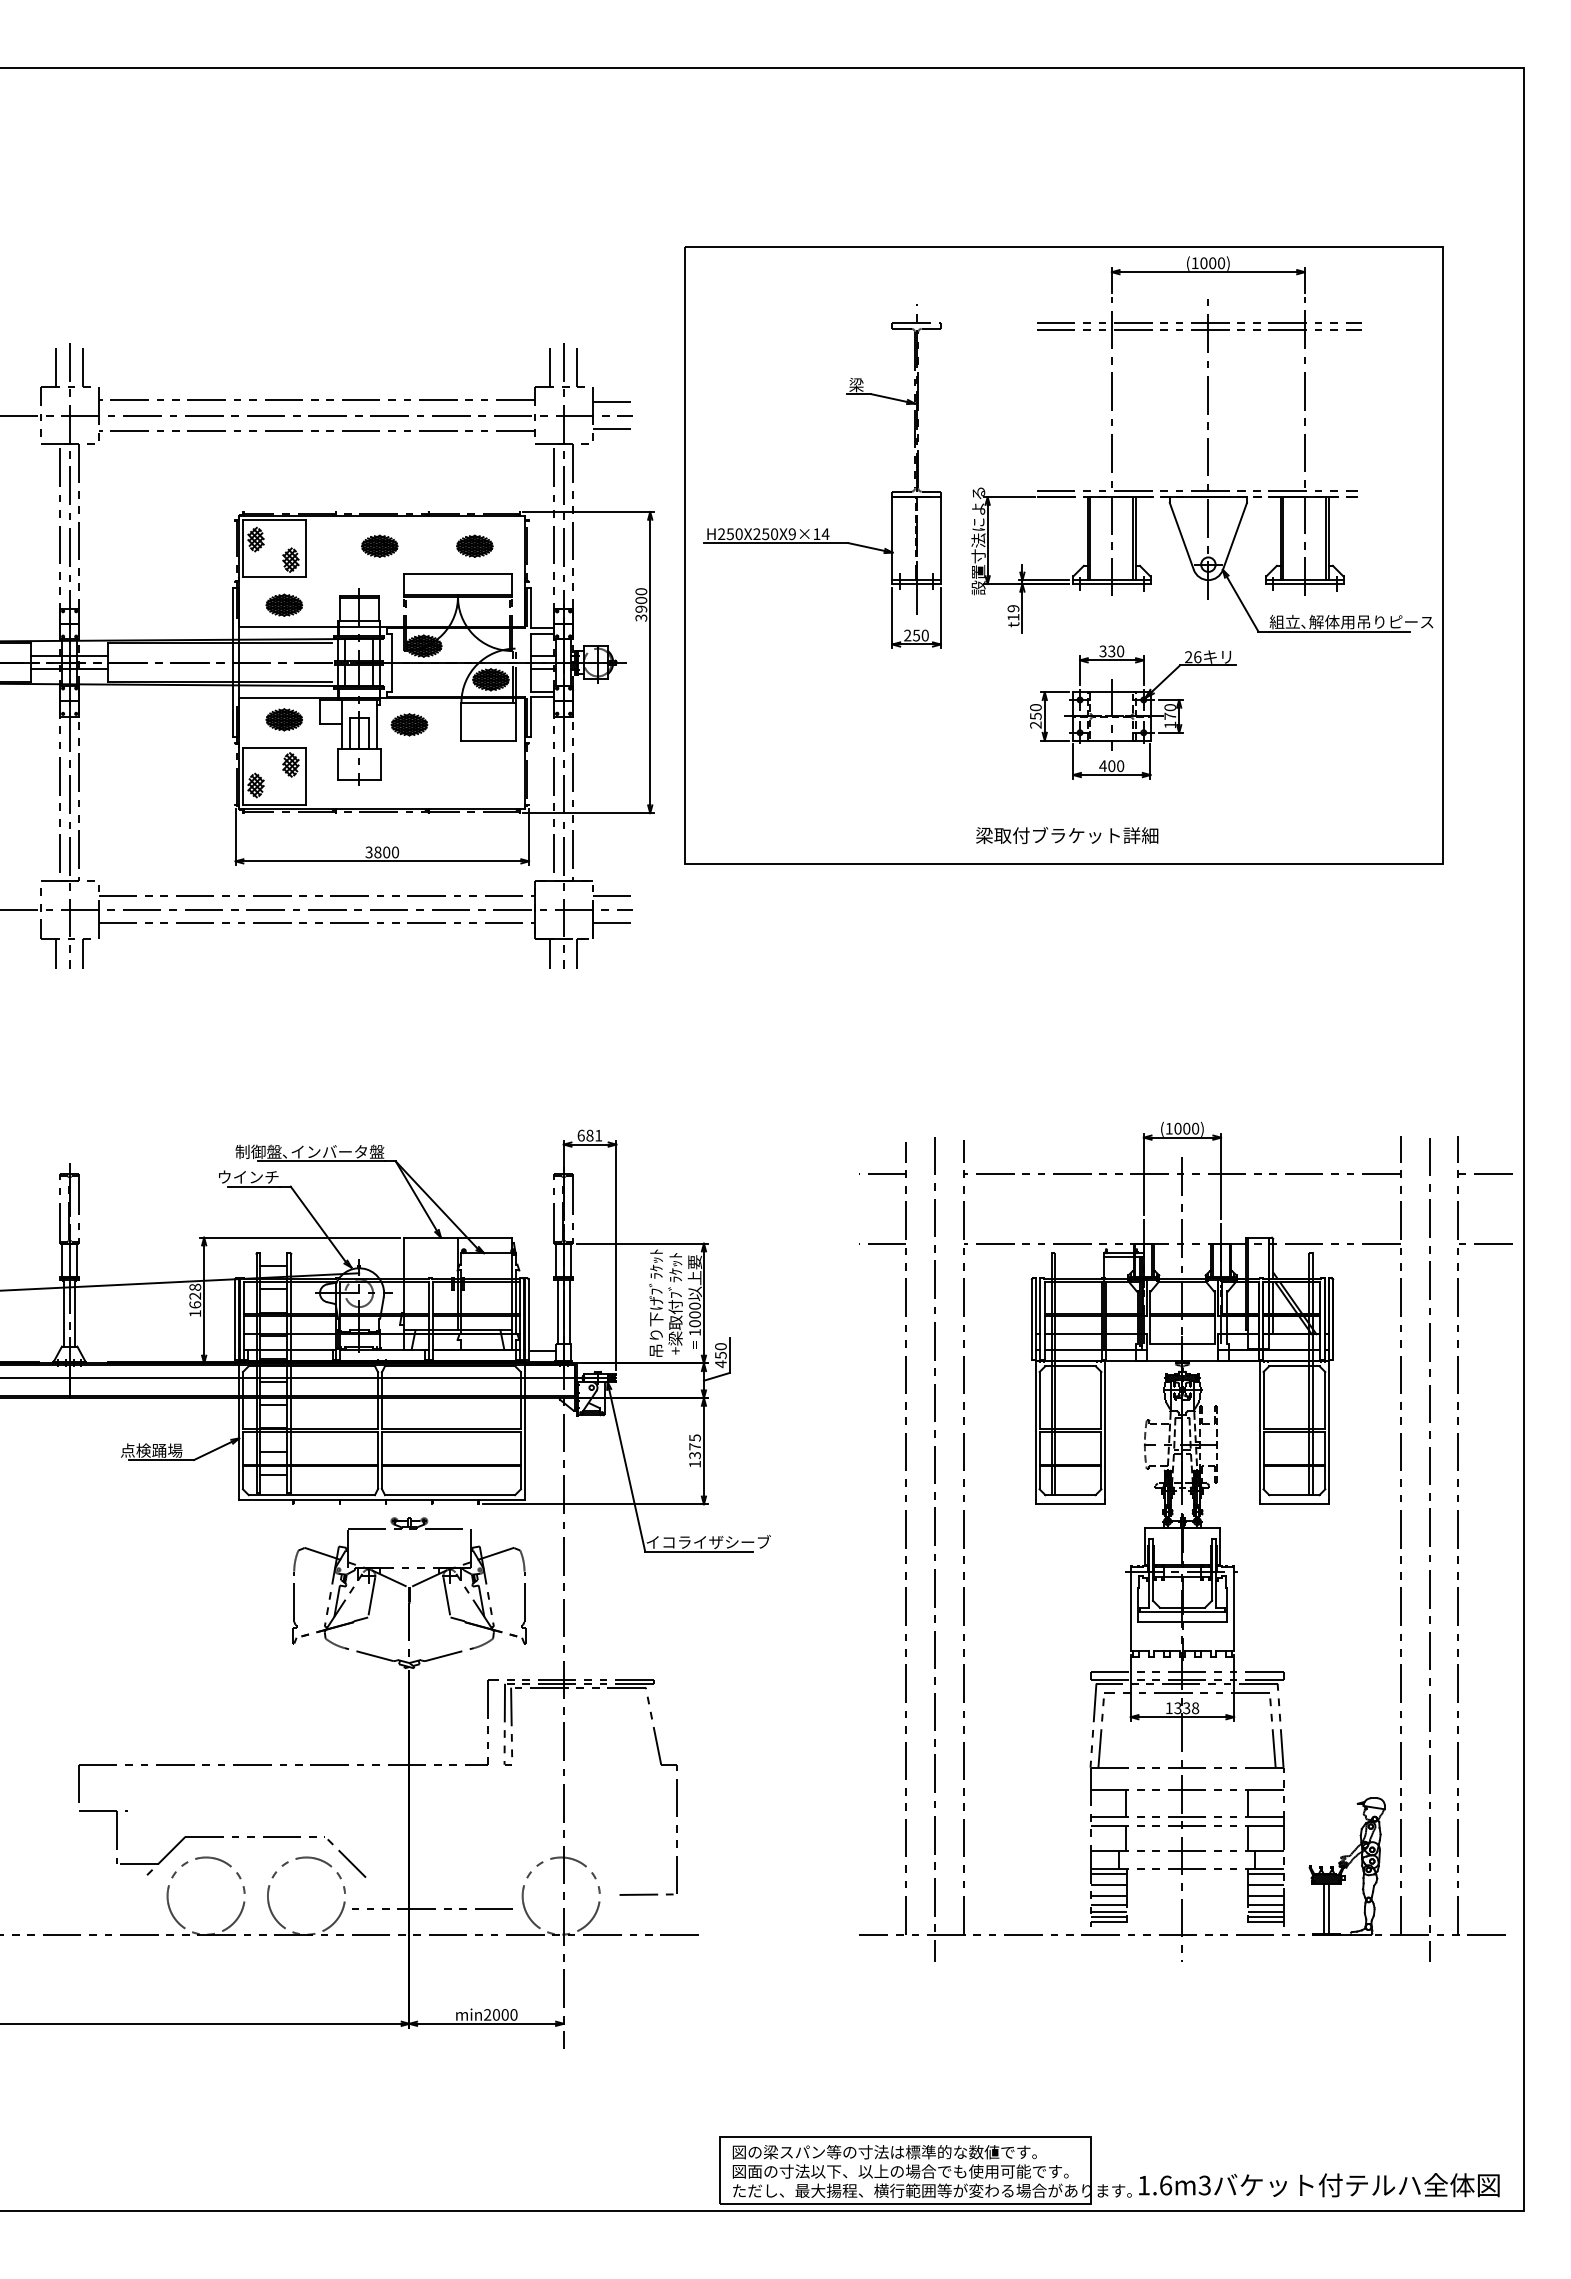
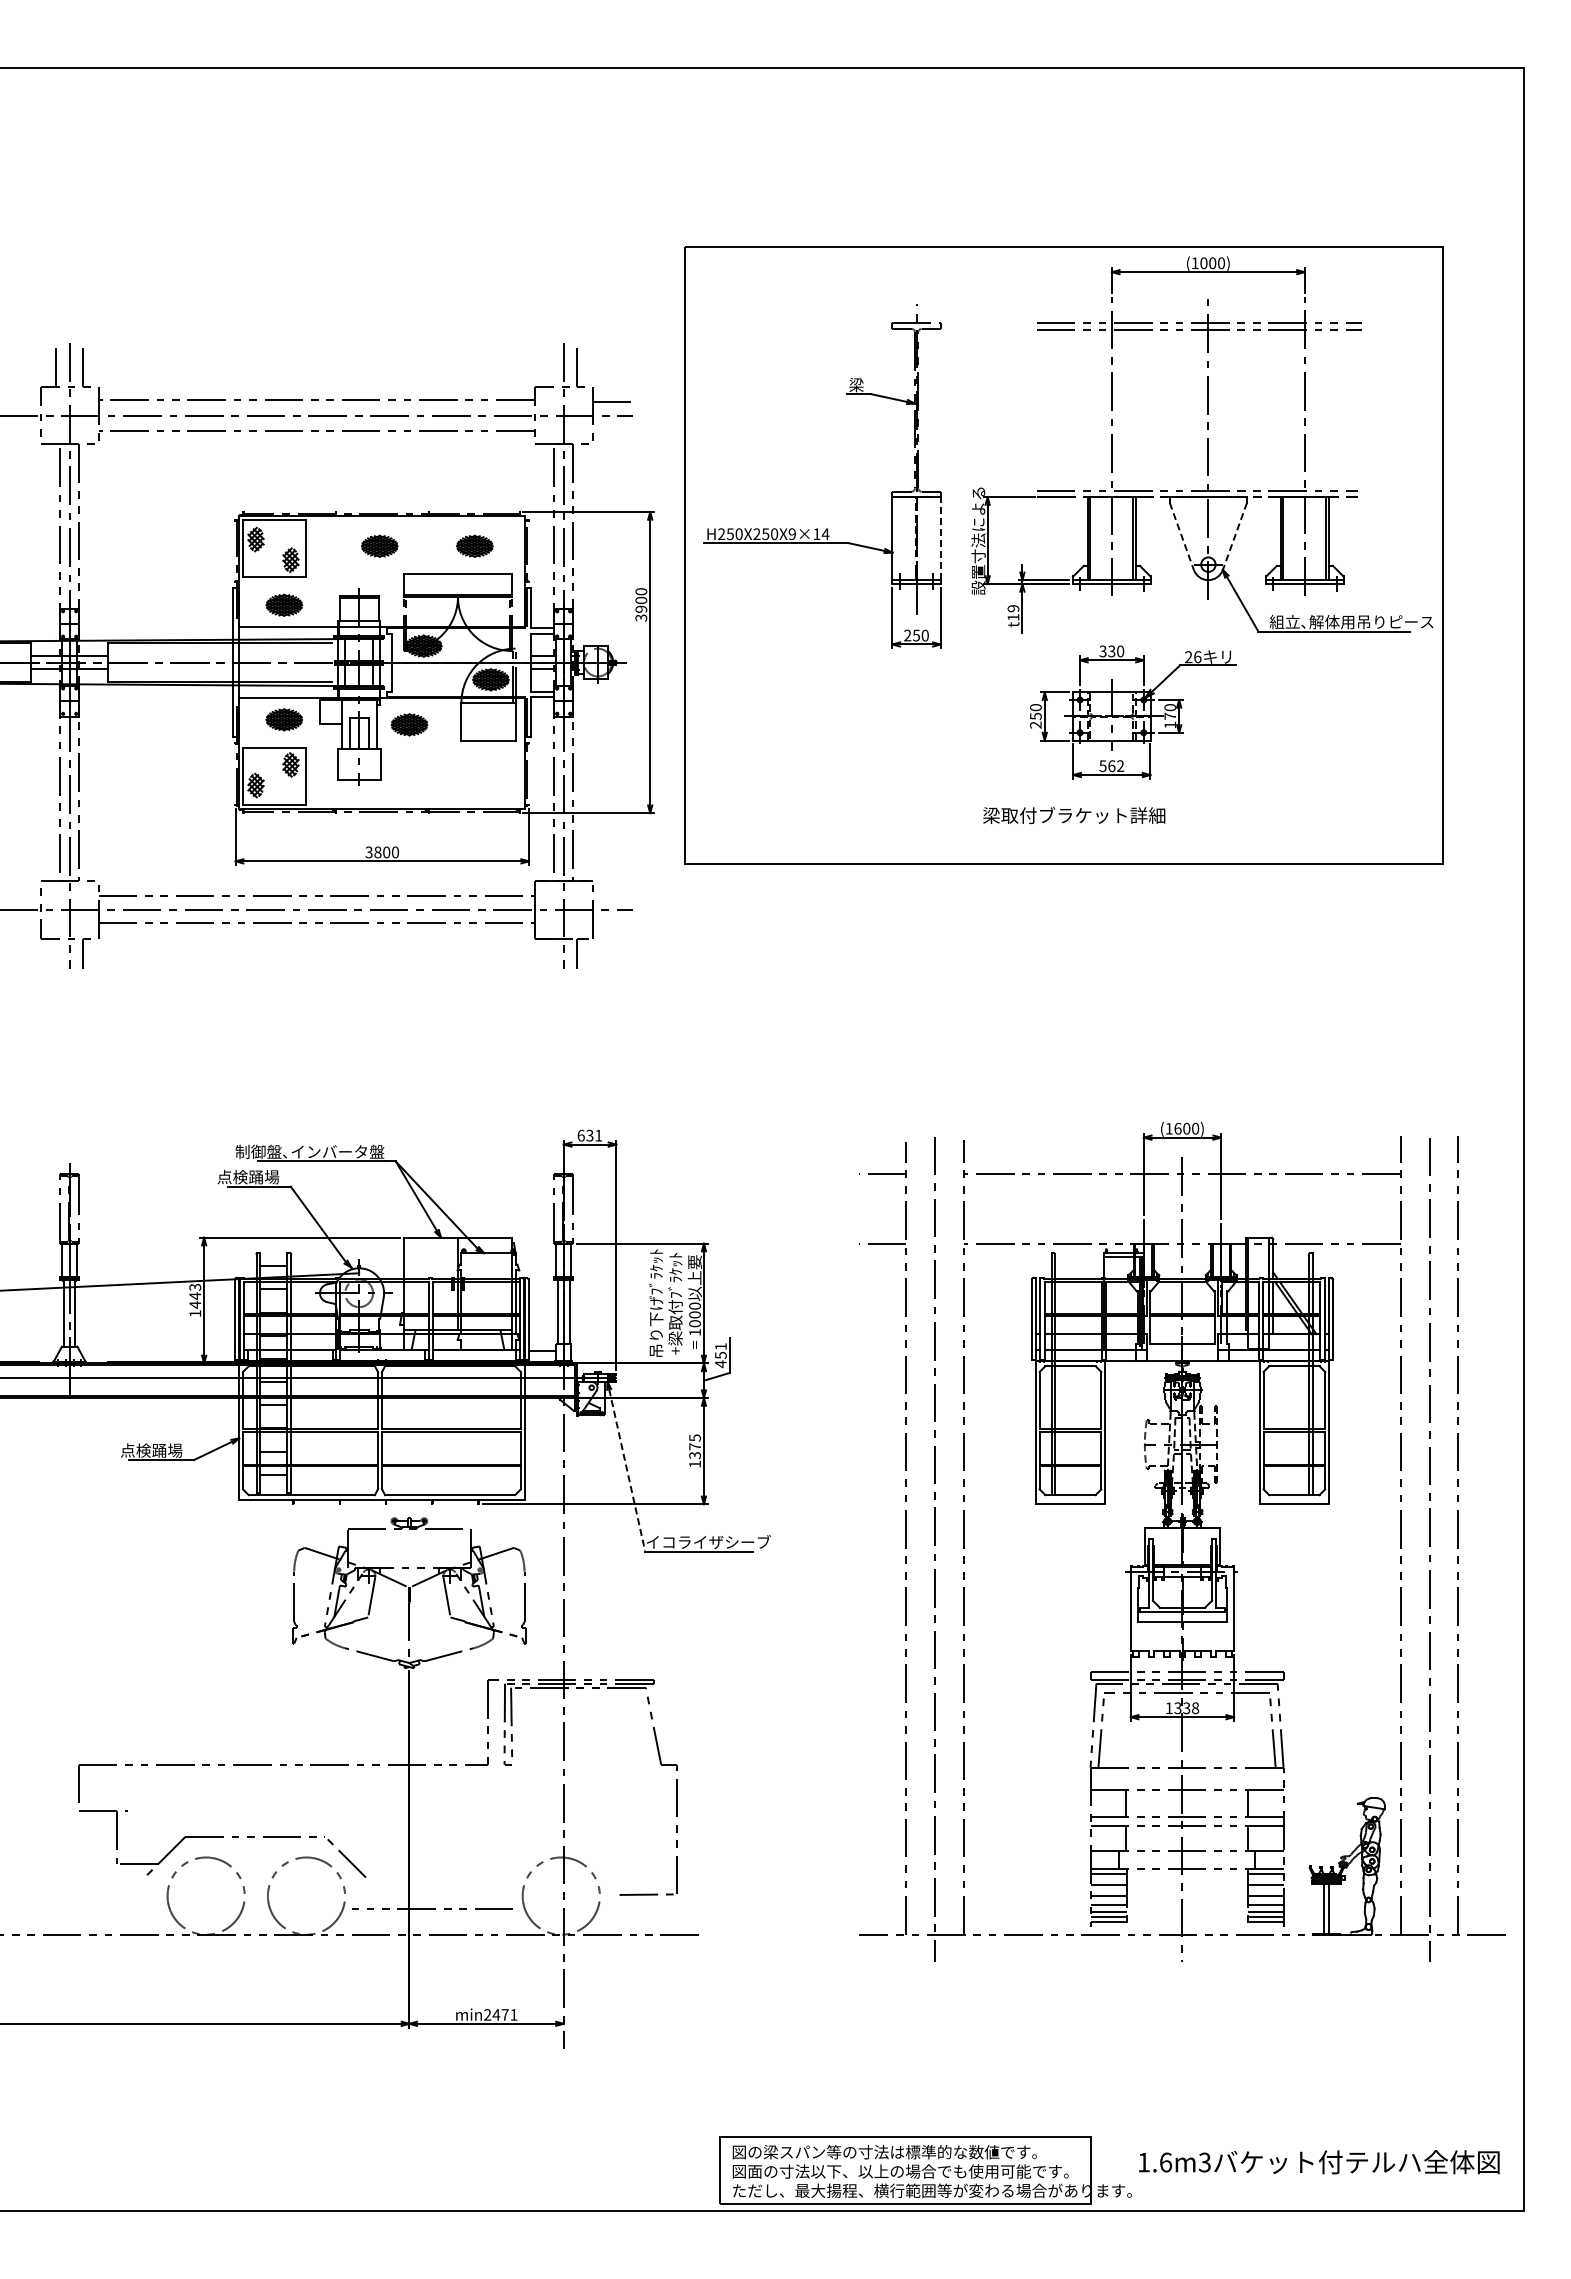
line at (550, 364): present -> none
line at (611, 429): present -> none
line at (1181, 536): solid -> dashed
line at (1234, 536): solid -> dashed
line at (940, 538): solid -> dashed
text at (1111, 766): 400 -> 562
text at (1067, 835) position: (1067, 835) -> (1074, 815)
line at (611, 896): present -> none
line at (611, 923): present -> none
line at (56, 953): present -> none
line at (550, 953): present -> none
text at (1177, 1128): (1000) -> (1600)
text at (589, 1135): 681 -> 631
line at (1485, 1174): present -> none
text at (248, 1176): ウインチ -> 点検踊場
line at (1485, 1243): present -> none
text at (195, 1295): 1628 -> 1443
text at (720, 1346): 450 -> 451
line at (627, 1471): solid -> dashed
text at (504, 2014): min2000 -> min2471
text at (1319, 2185) position: (1319, 2185) -> (1319, 2162)
